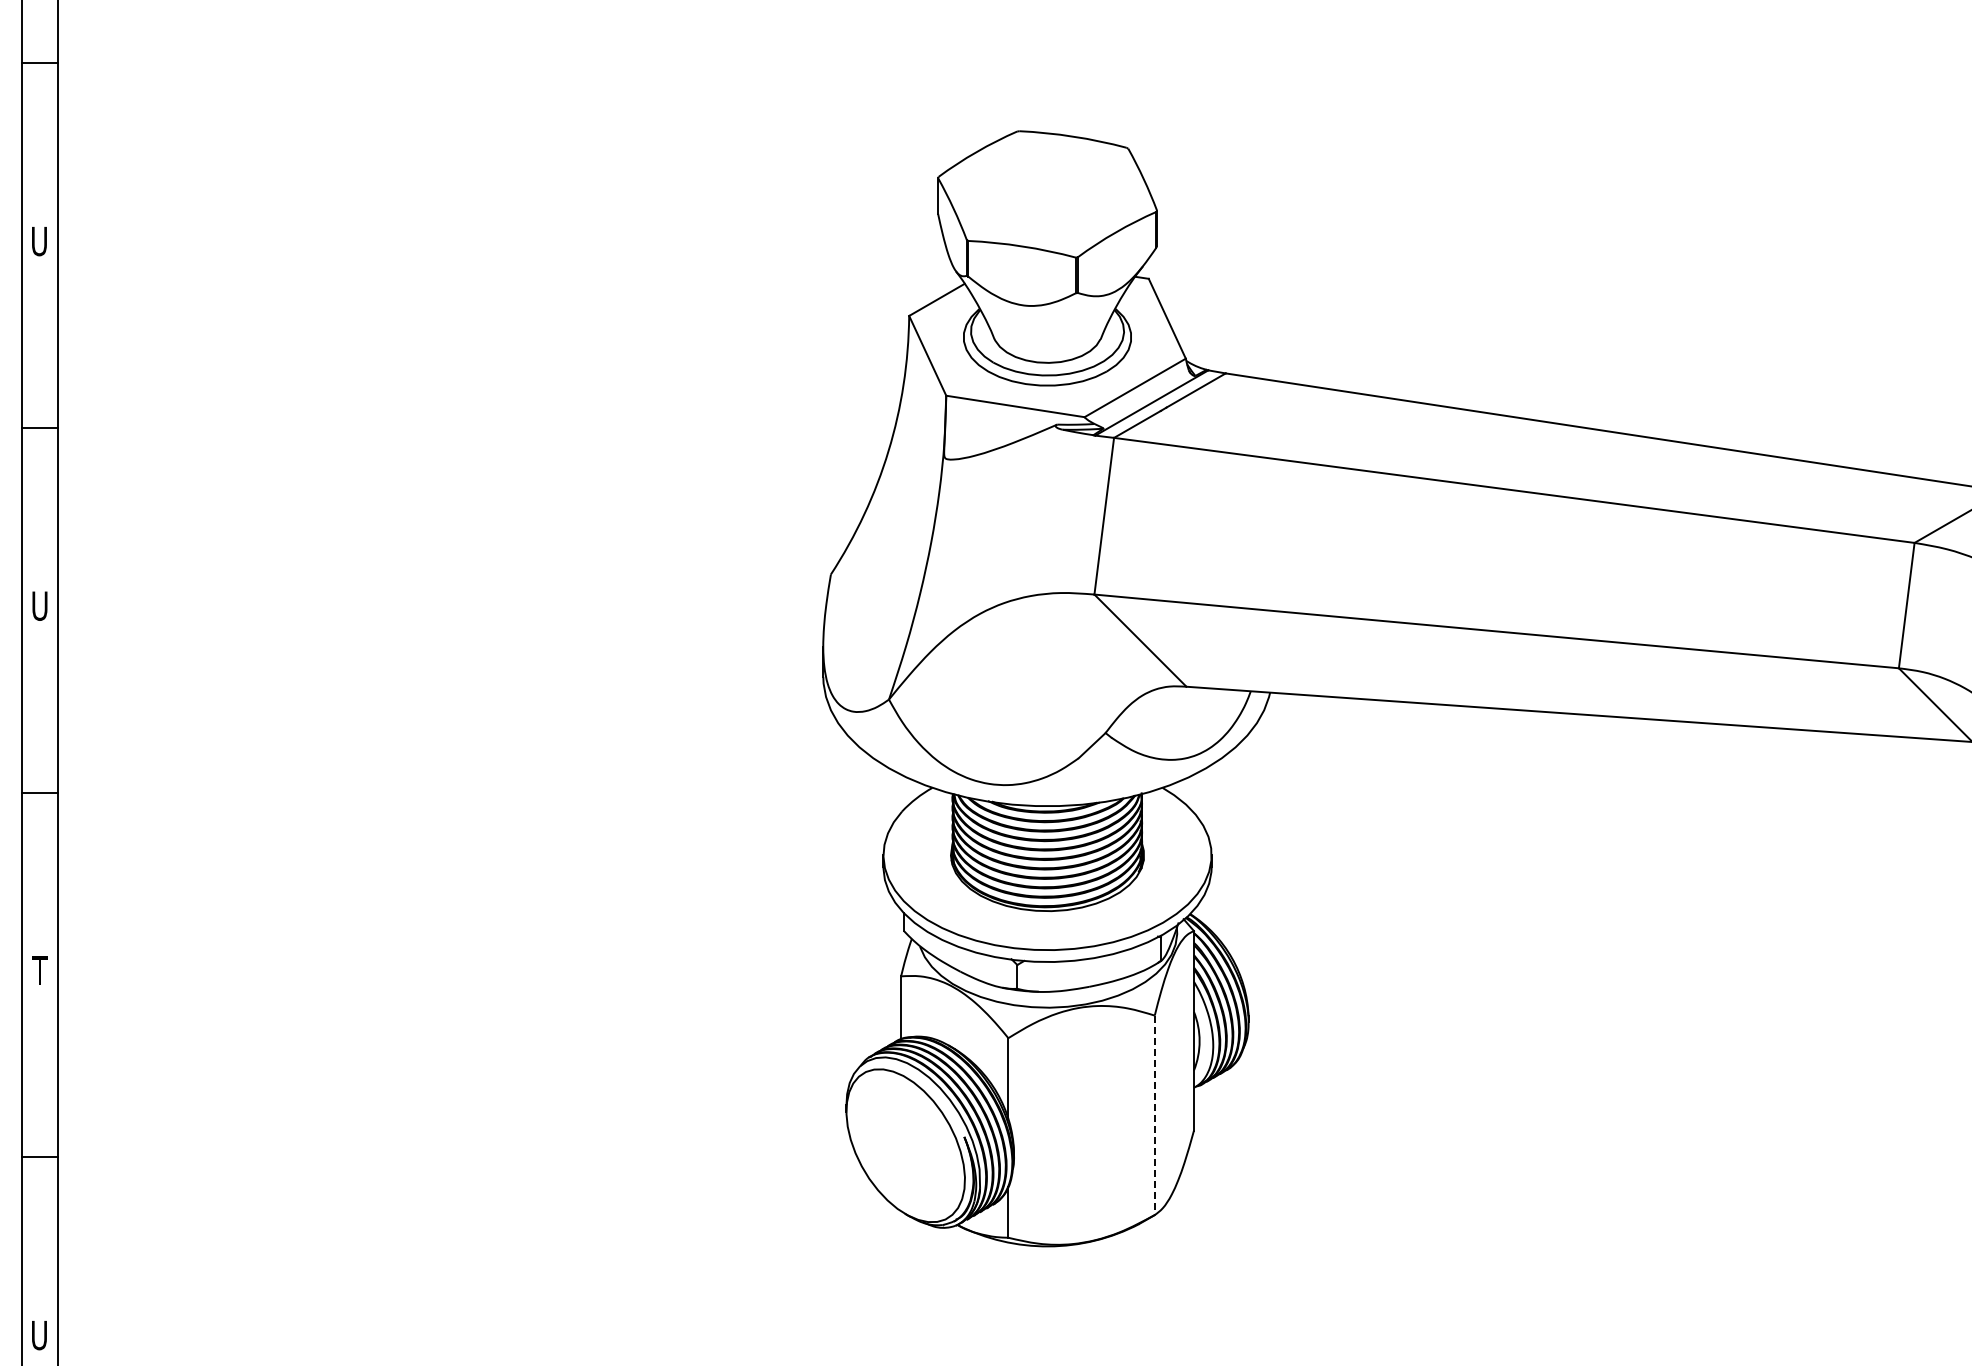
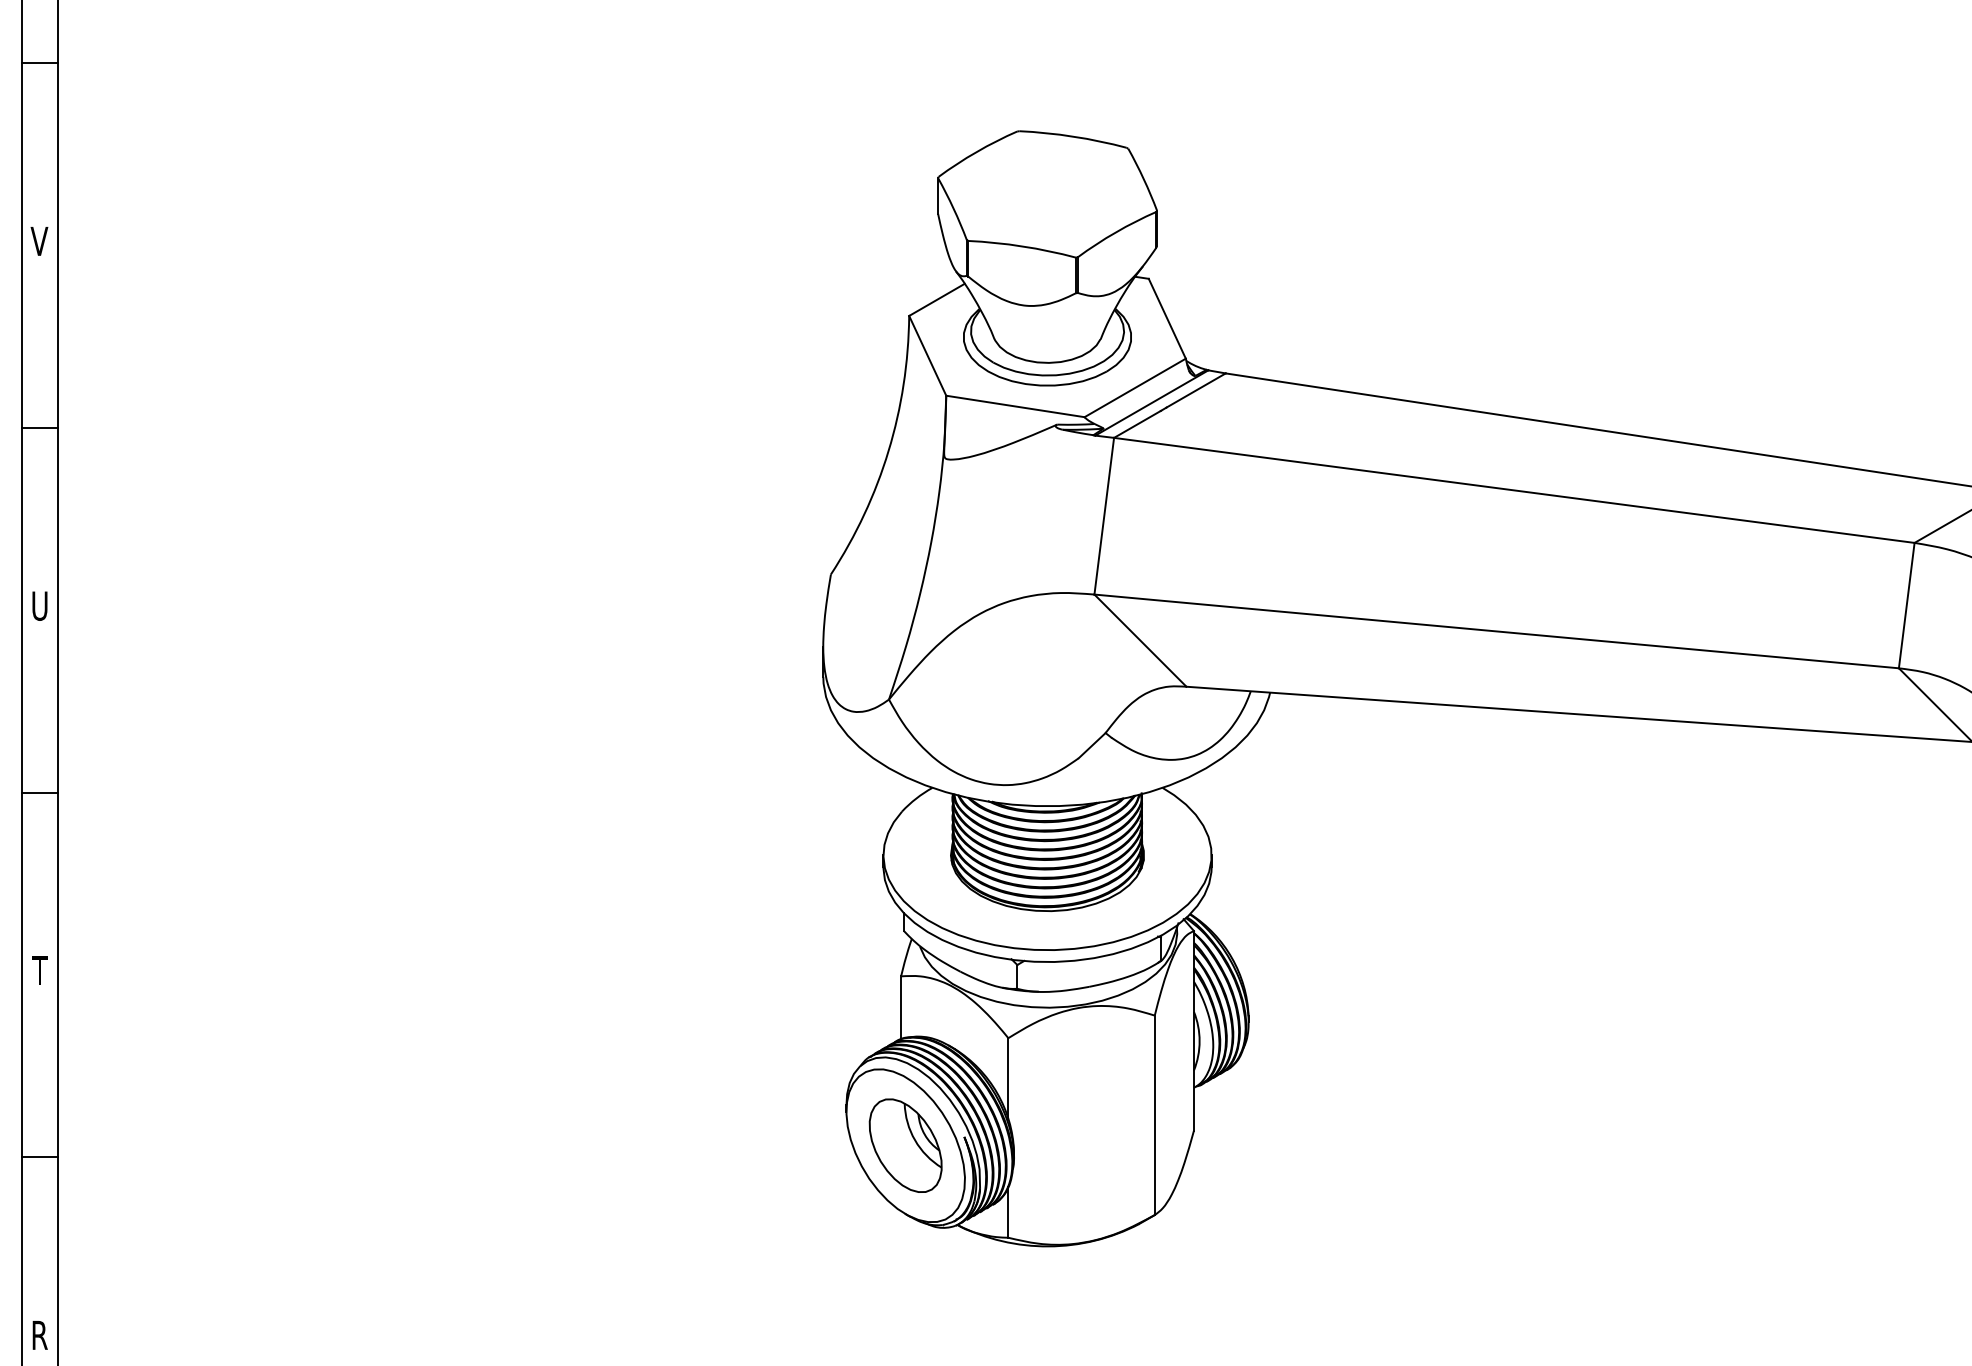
text at (39, 241): U -> V
line at (1154, 1115): dashed -> solid
part at (905, 1145): none -> present
text at (39, 1335): U -> R
